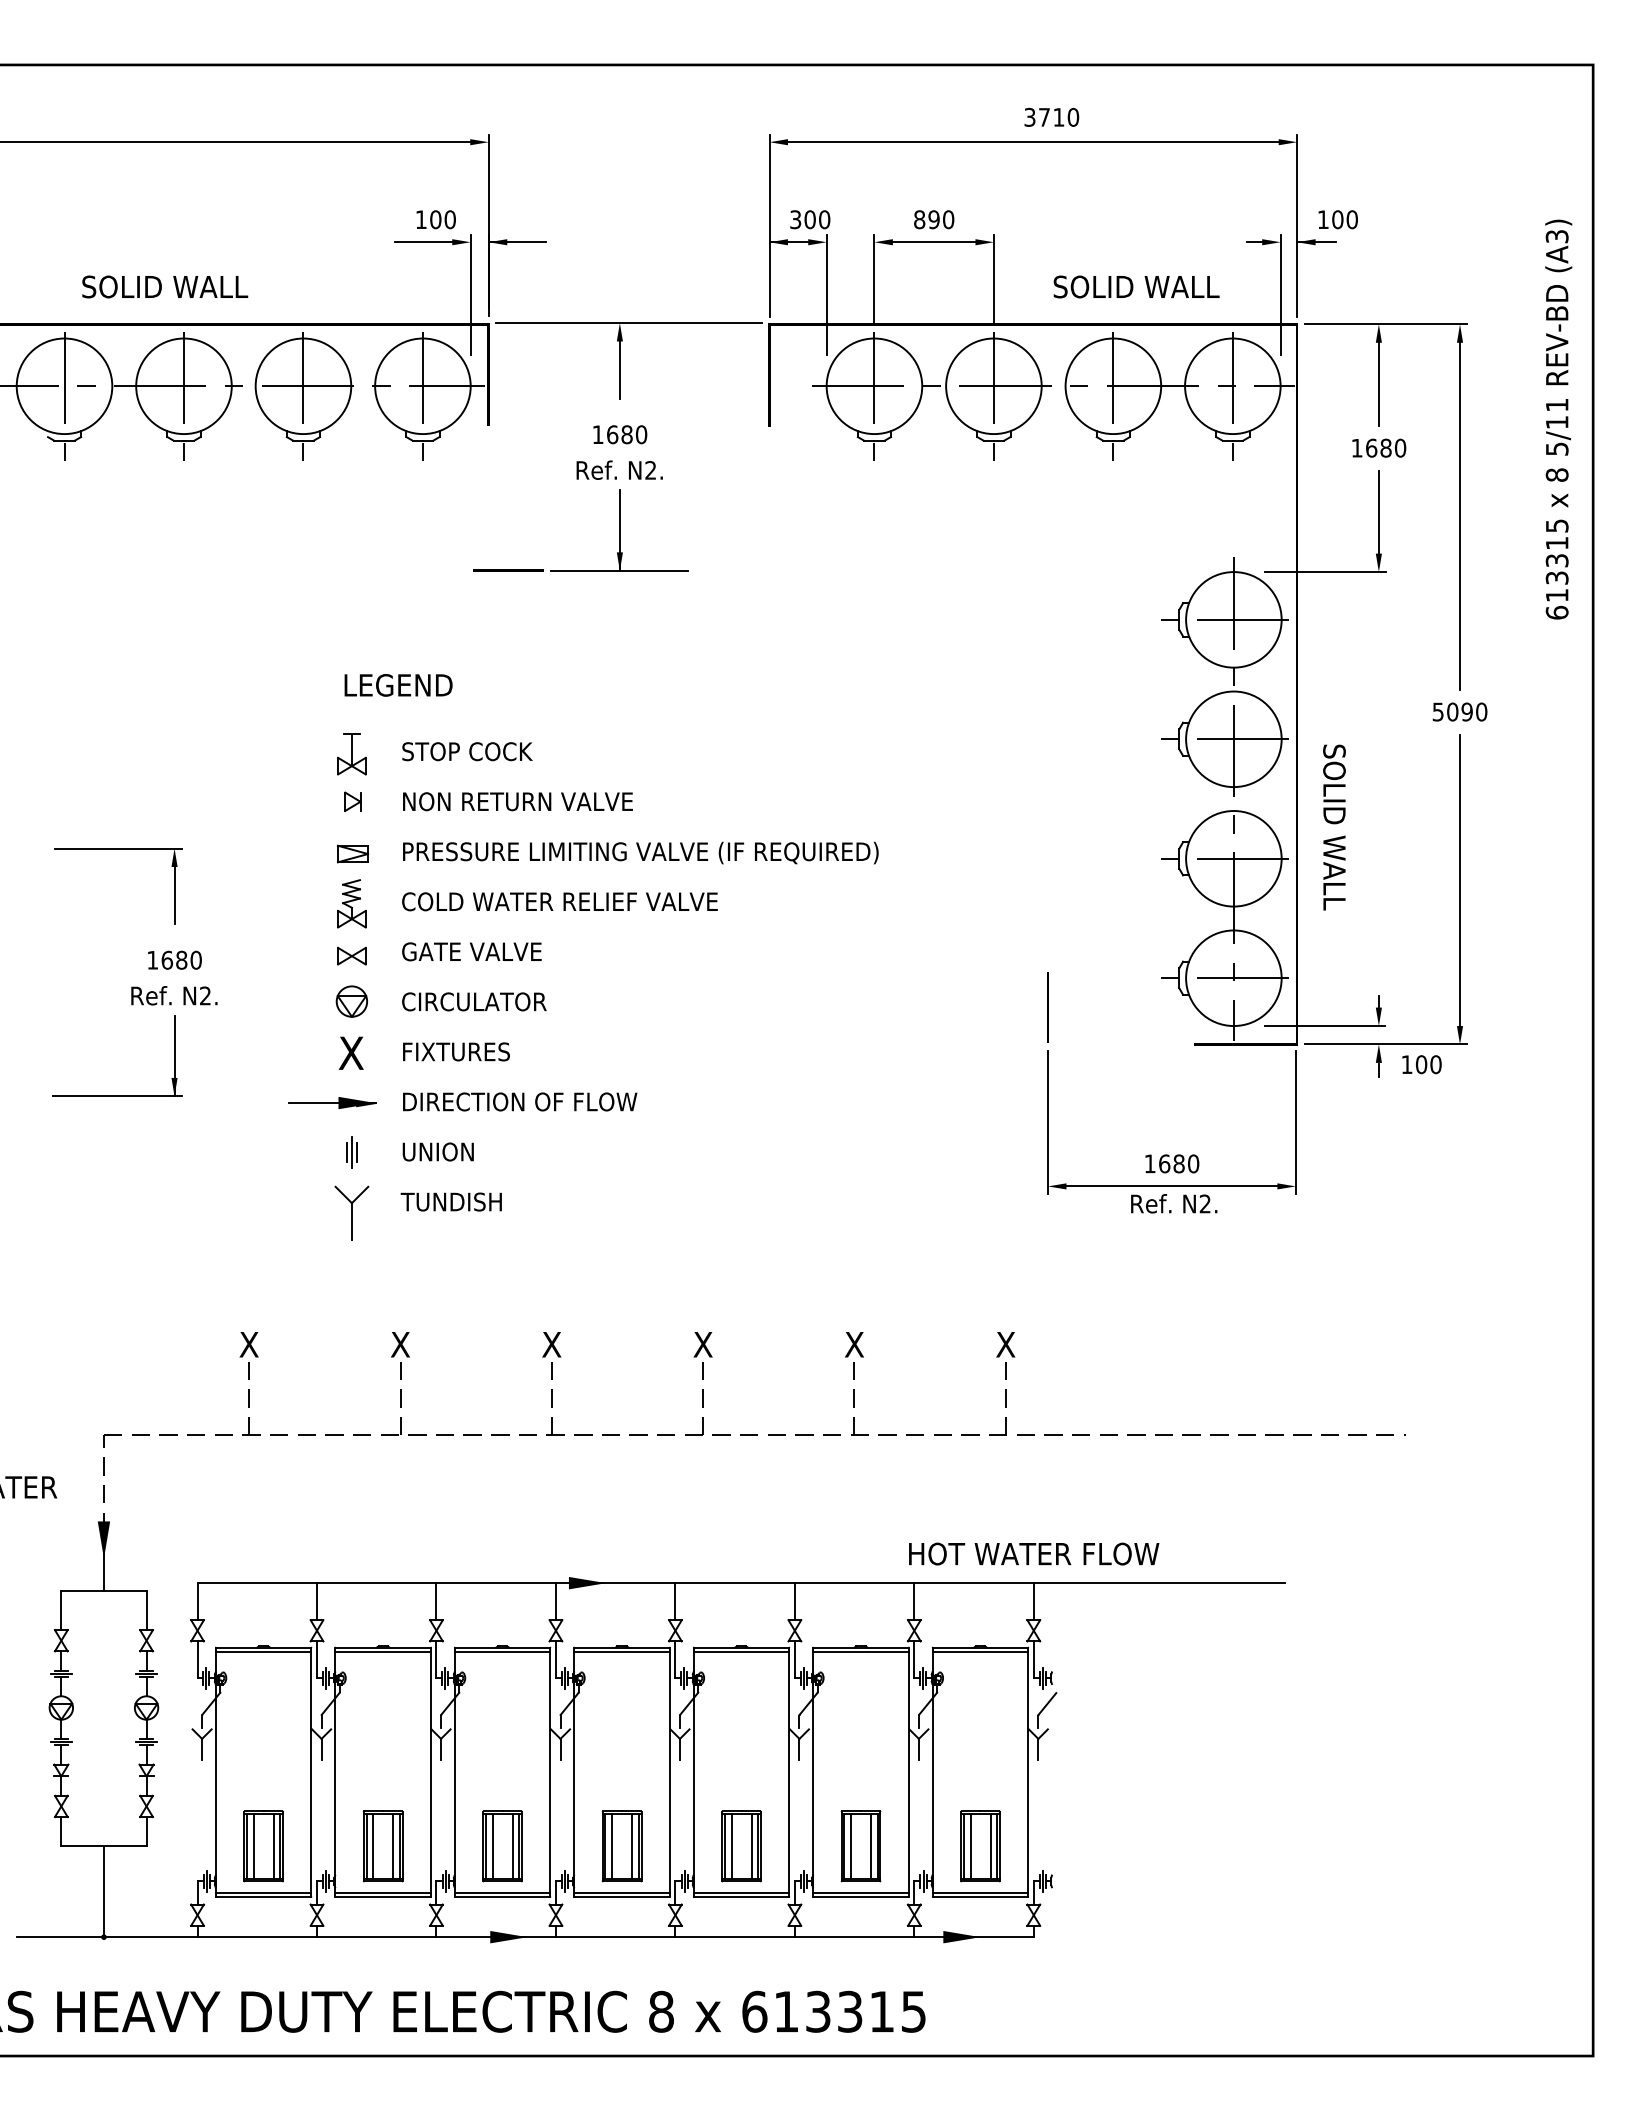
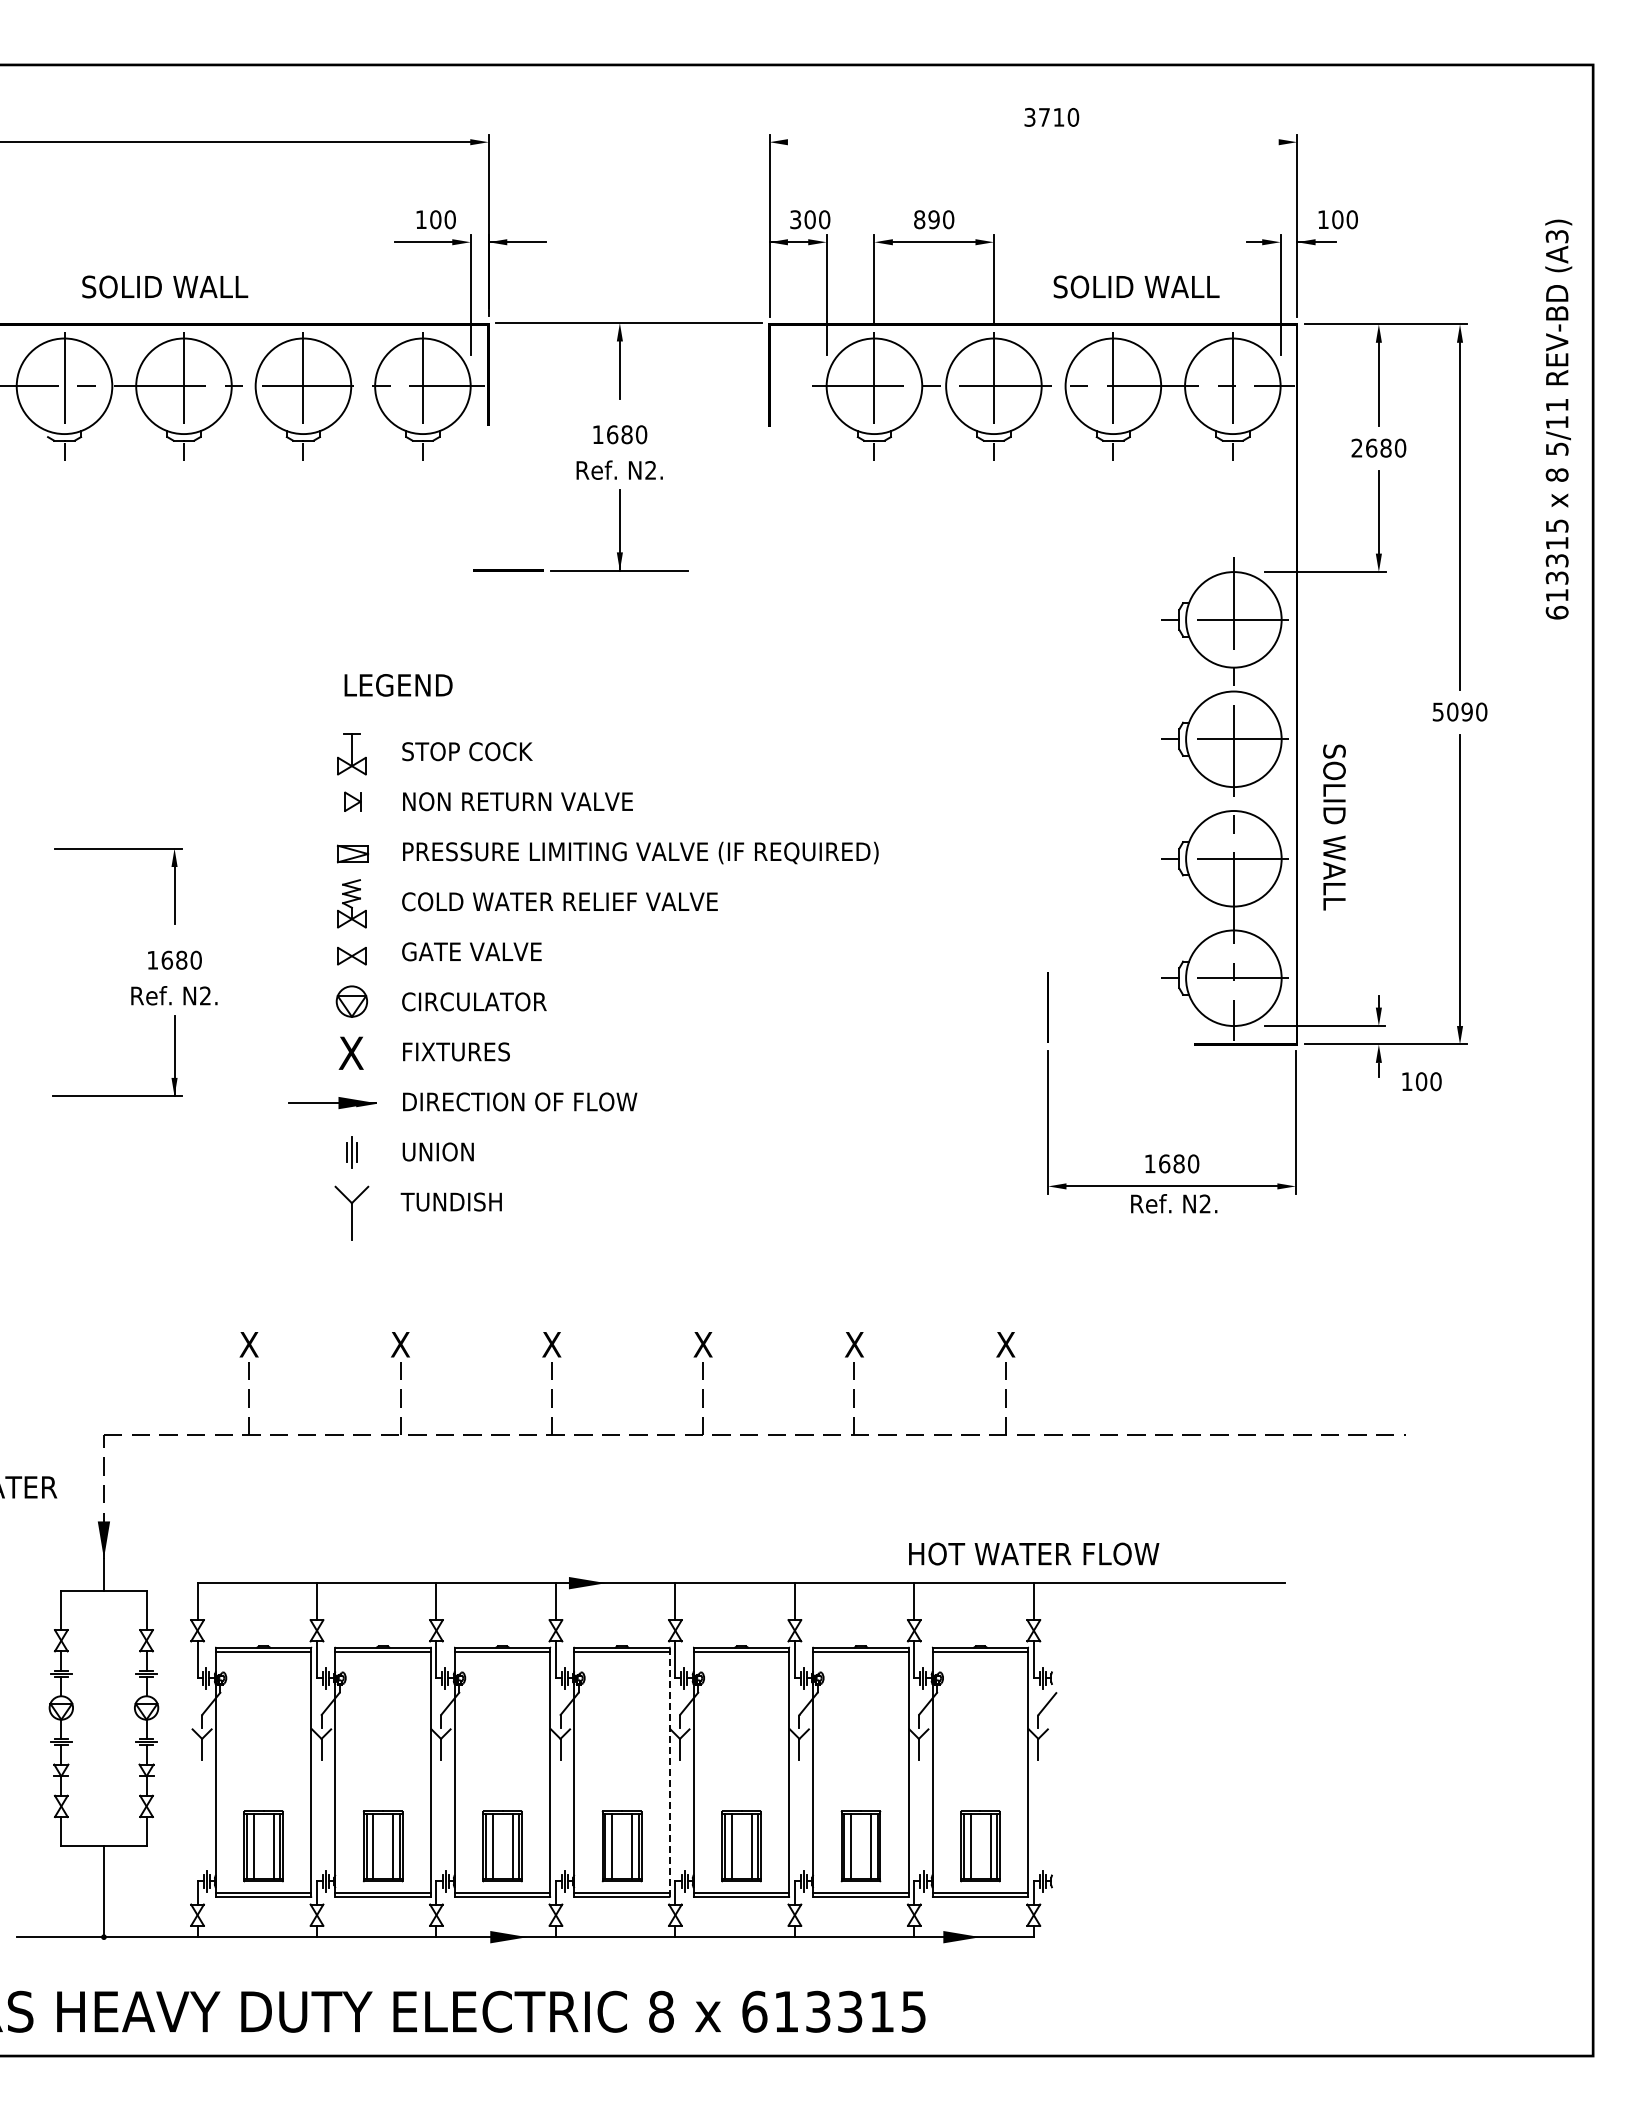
line at (1032, 142): present -> none
text at (1356, 447): 1680 -> 2680
text at (1421, 1064) position: (1421, 1064) -> (1421, 1081)
line at (669, 1771): solid -> dashed
